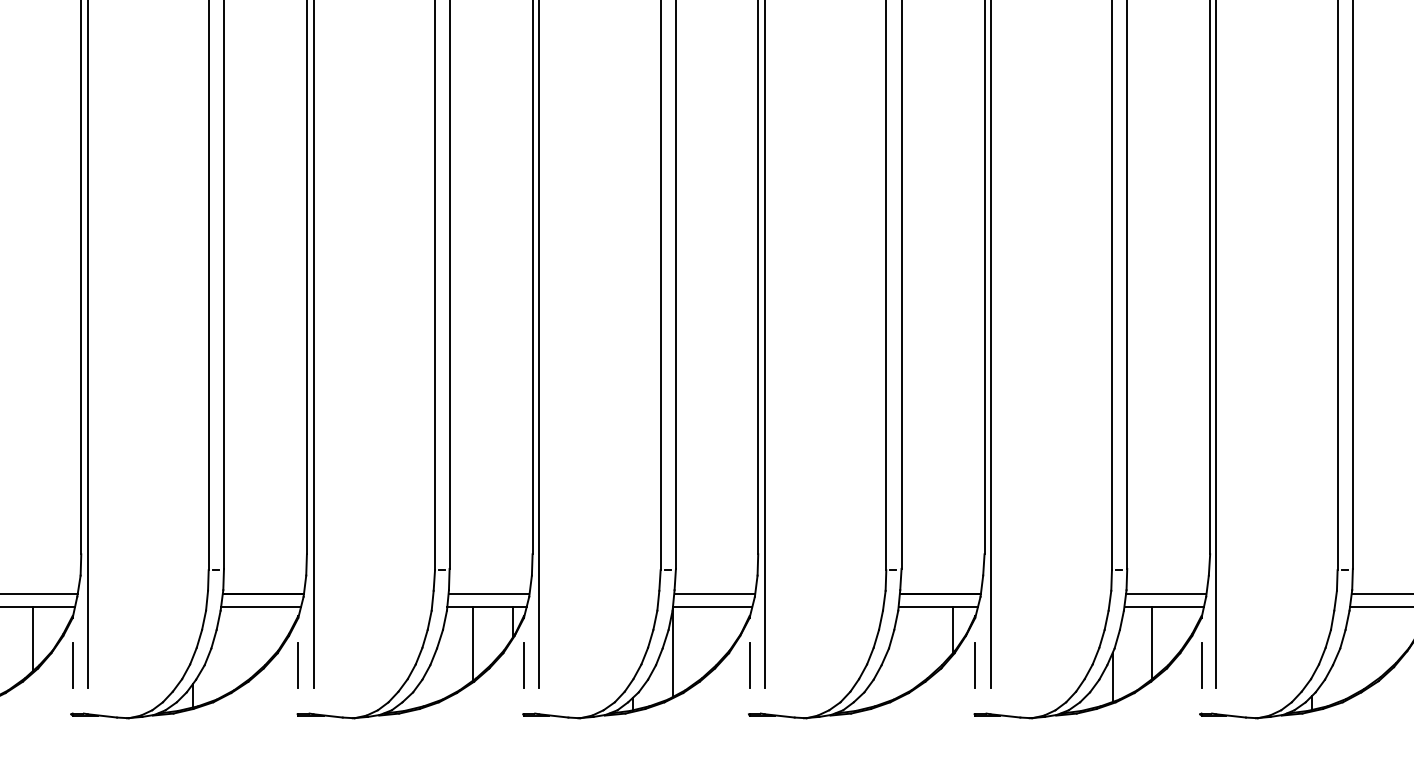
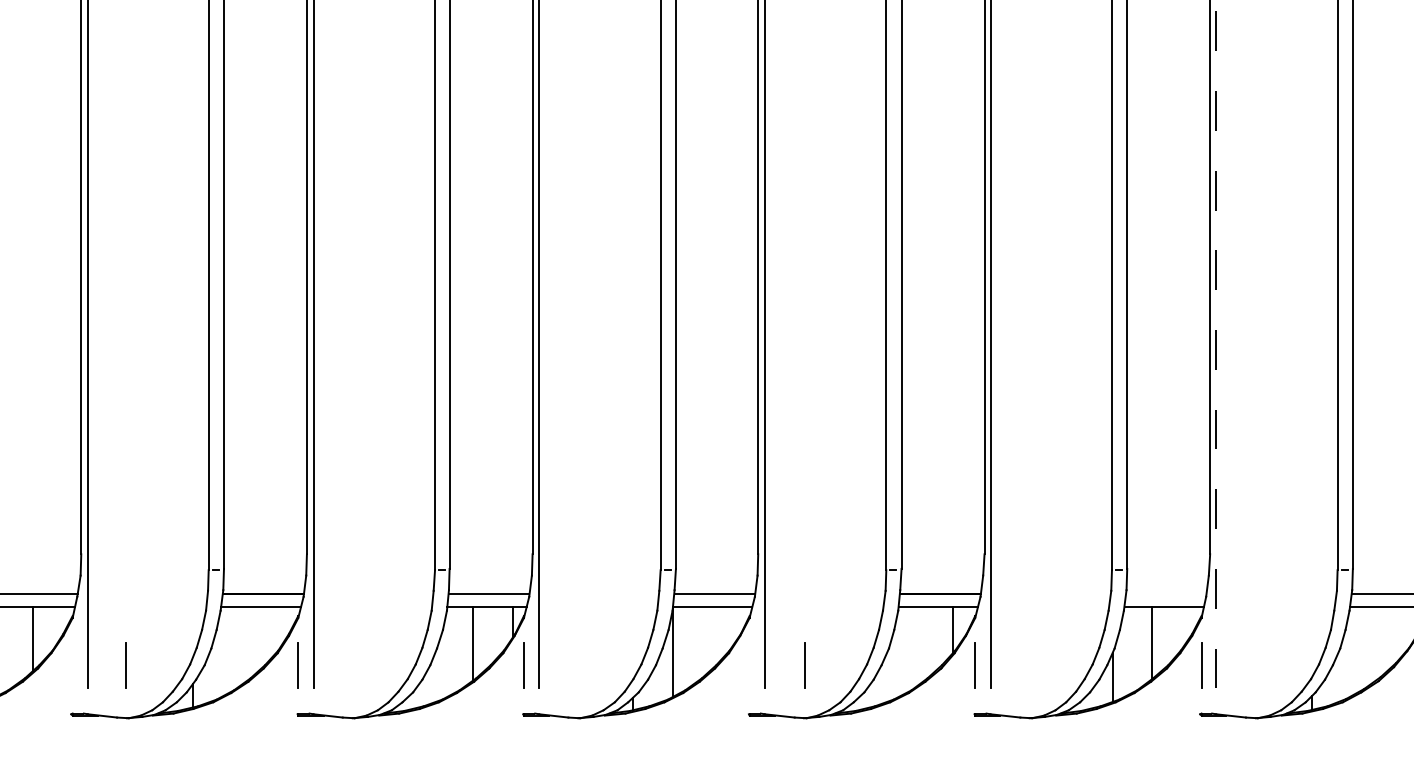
line at (1216, 344): solid -> dashed
line at (1165, 594): present -> none
line at (72, 665) position: (72, 665) -> (125, 665)
line at (749, 665) position: (749, 665) -> (804, 665)
